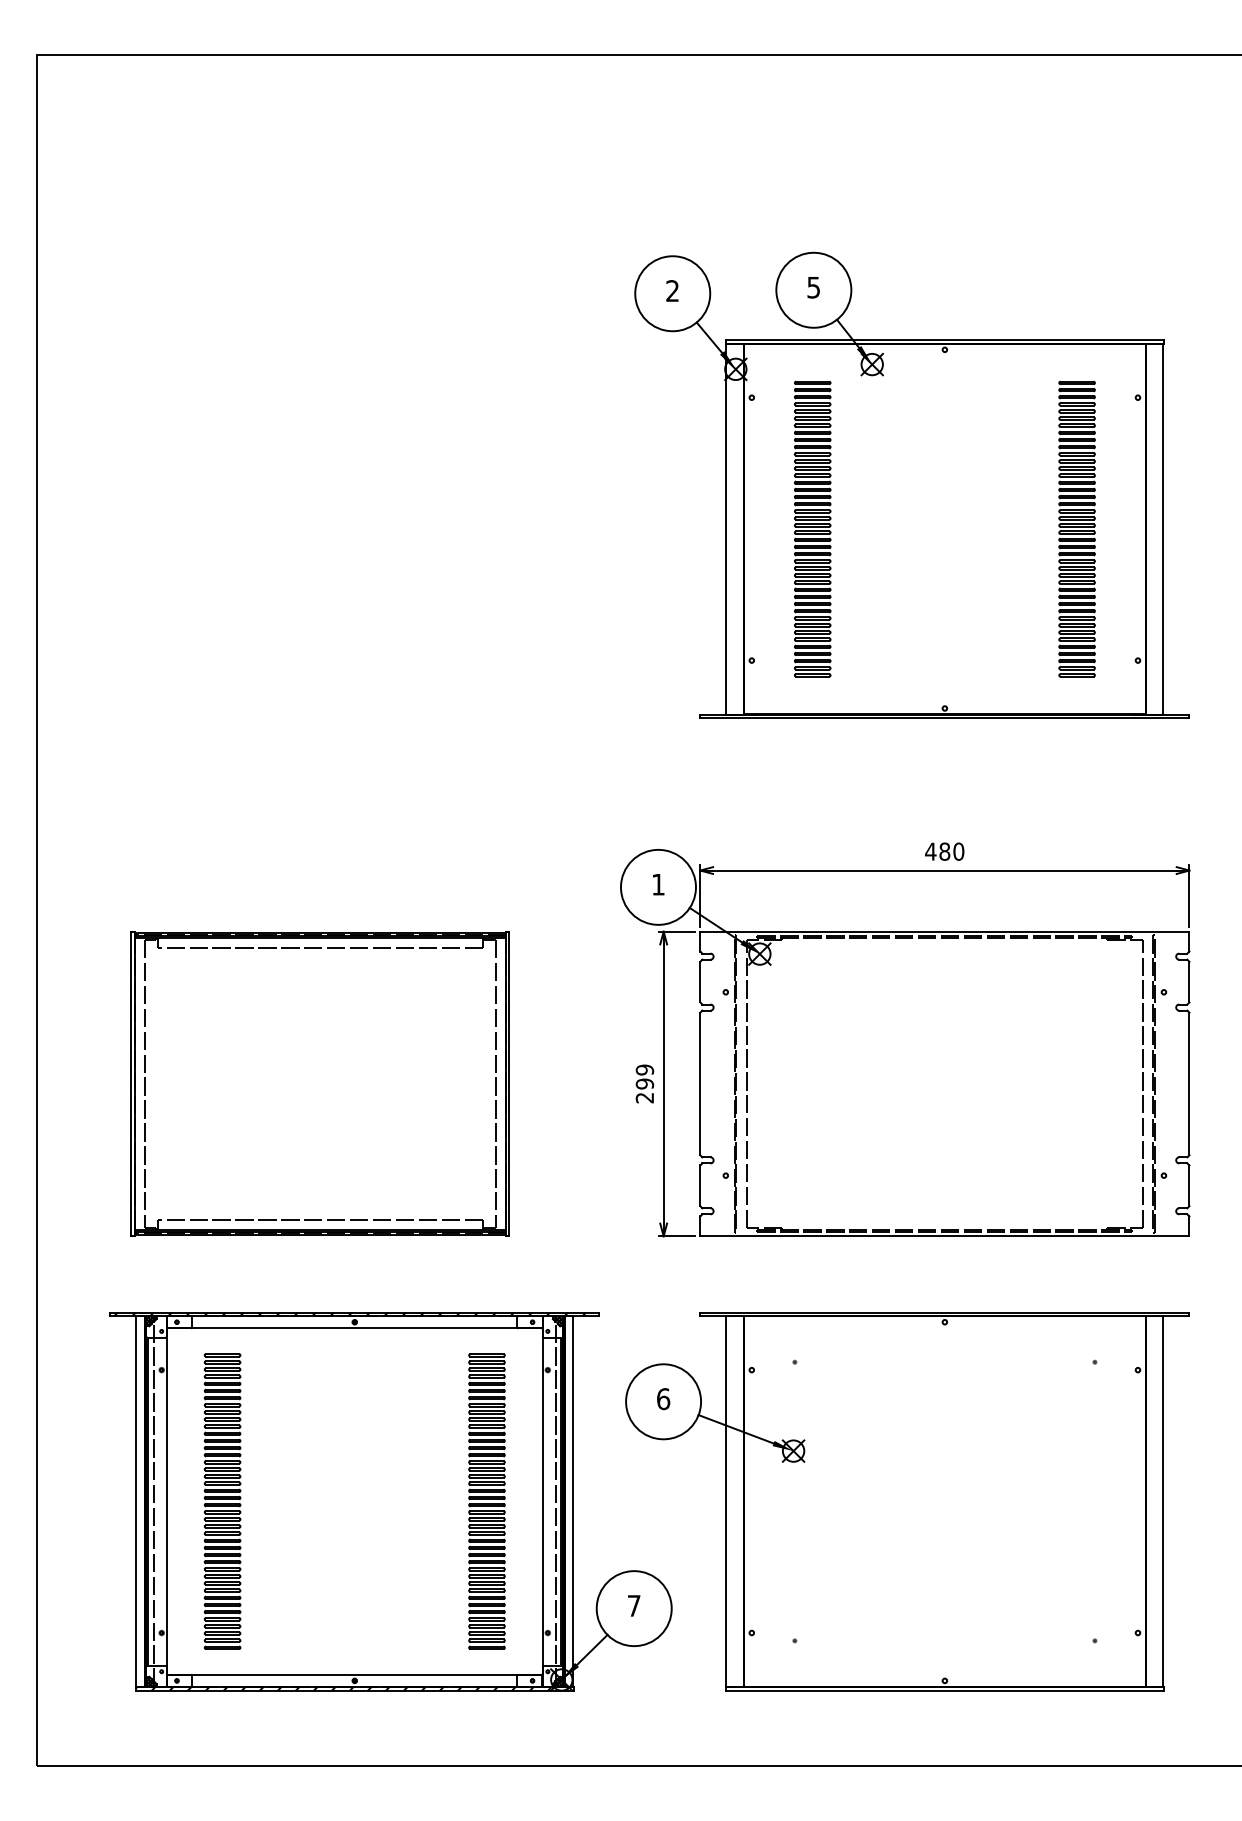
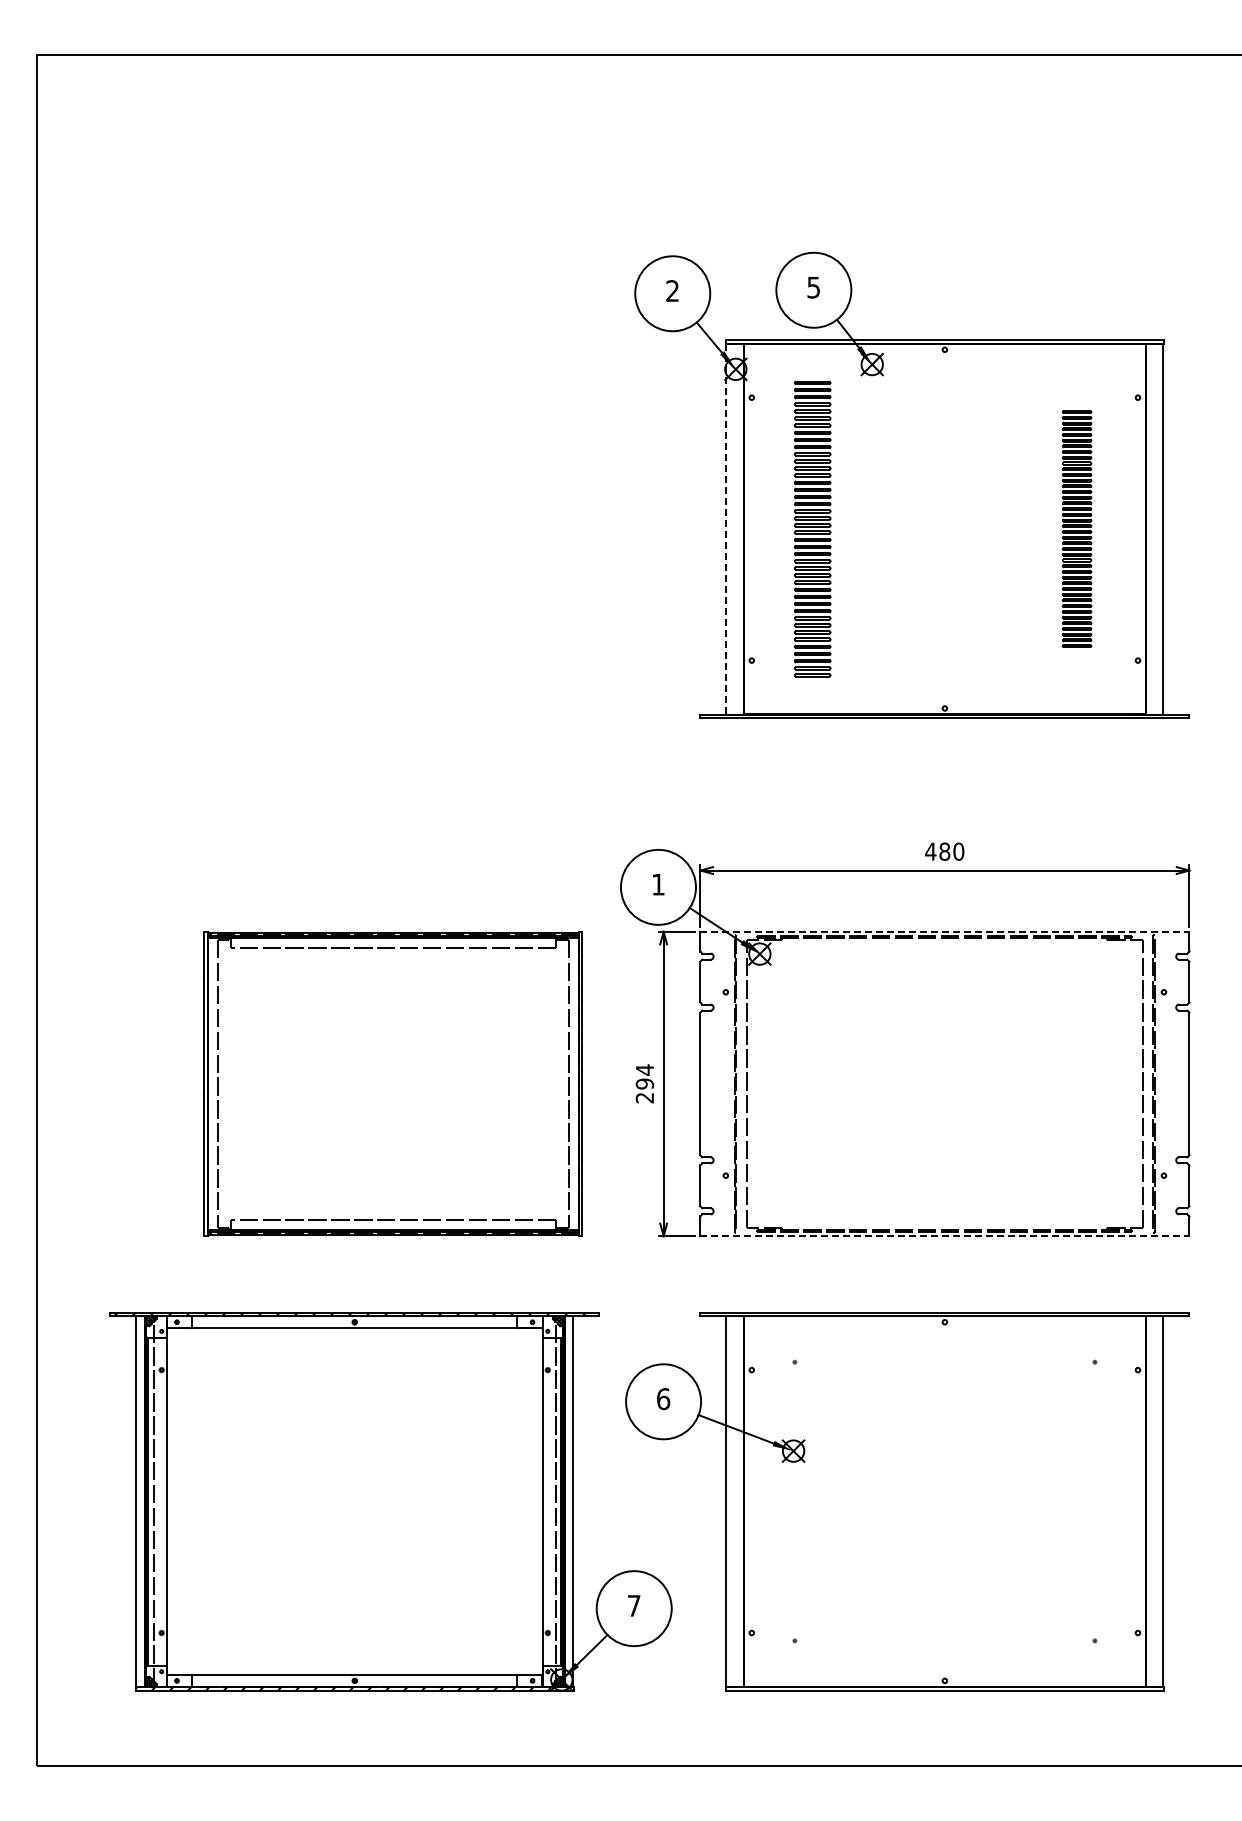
part at (1076, 528) size: 38x298 px -> 31x238 px
line at (726, 529): solid -> dashed
line at (944, 931): solid -> dashed
text at (644, 1069): 299 -> 294
part at (319, 1083) position: (319, 1083) -> (392, 1083)
line at (944, 1236): solid -> dashed
part at (222, 1501): present -> none
part at (486, 1501): present -> none
